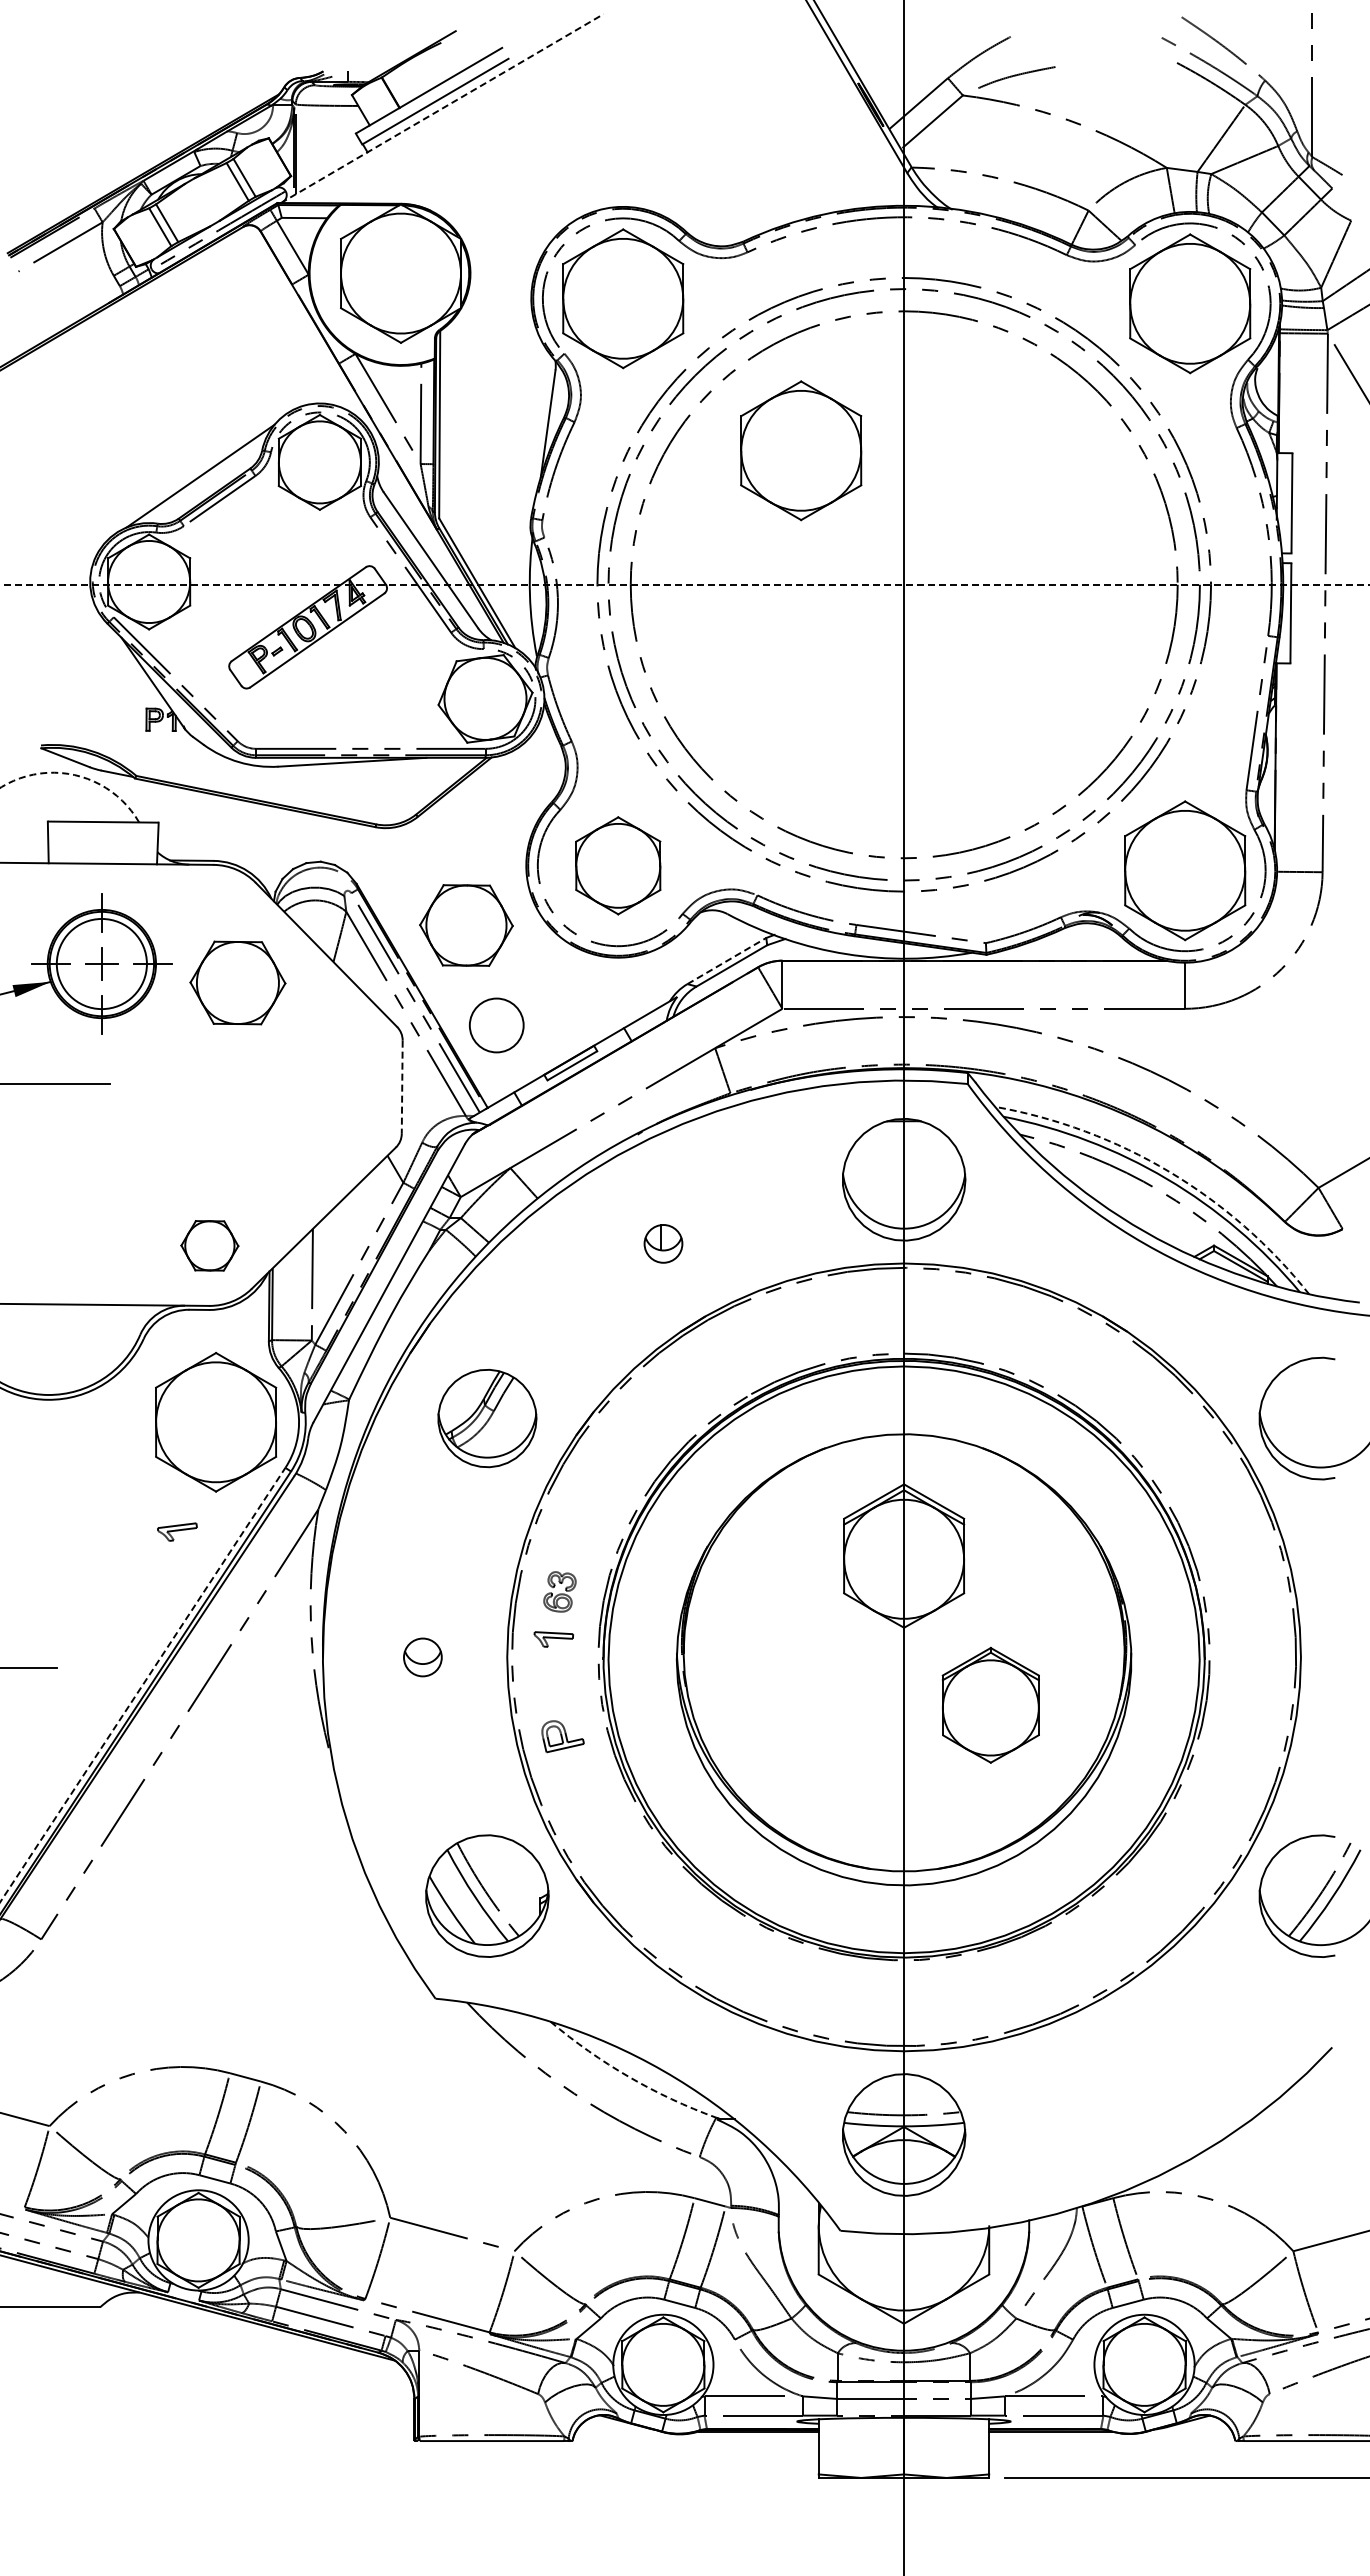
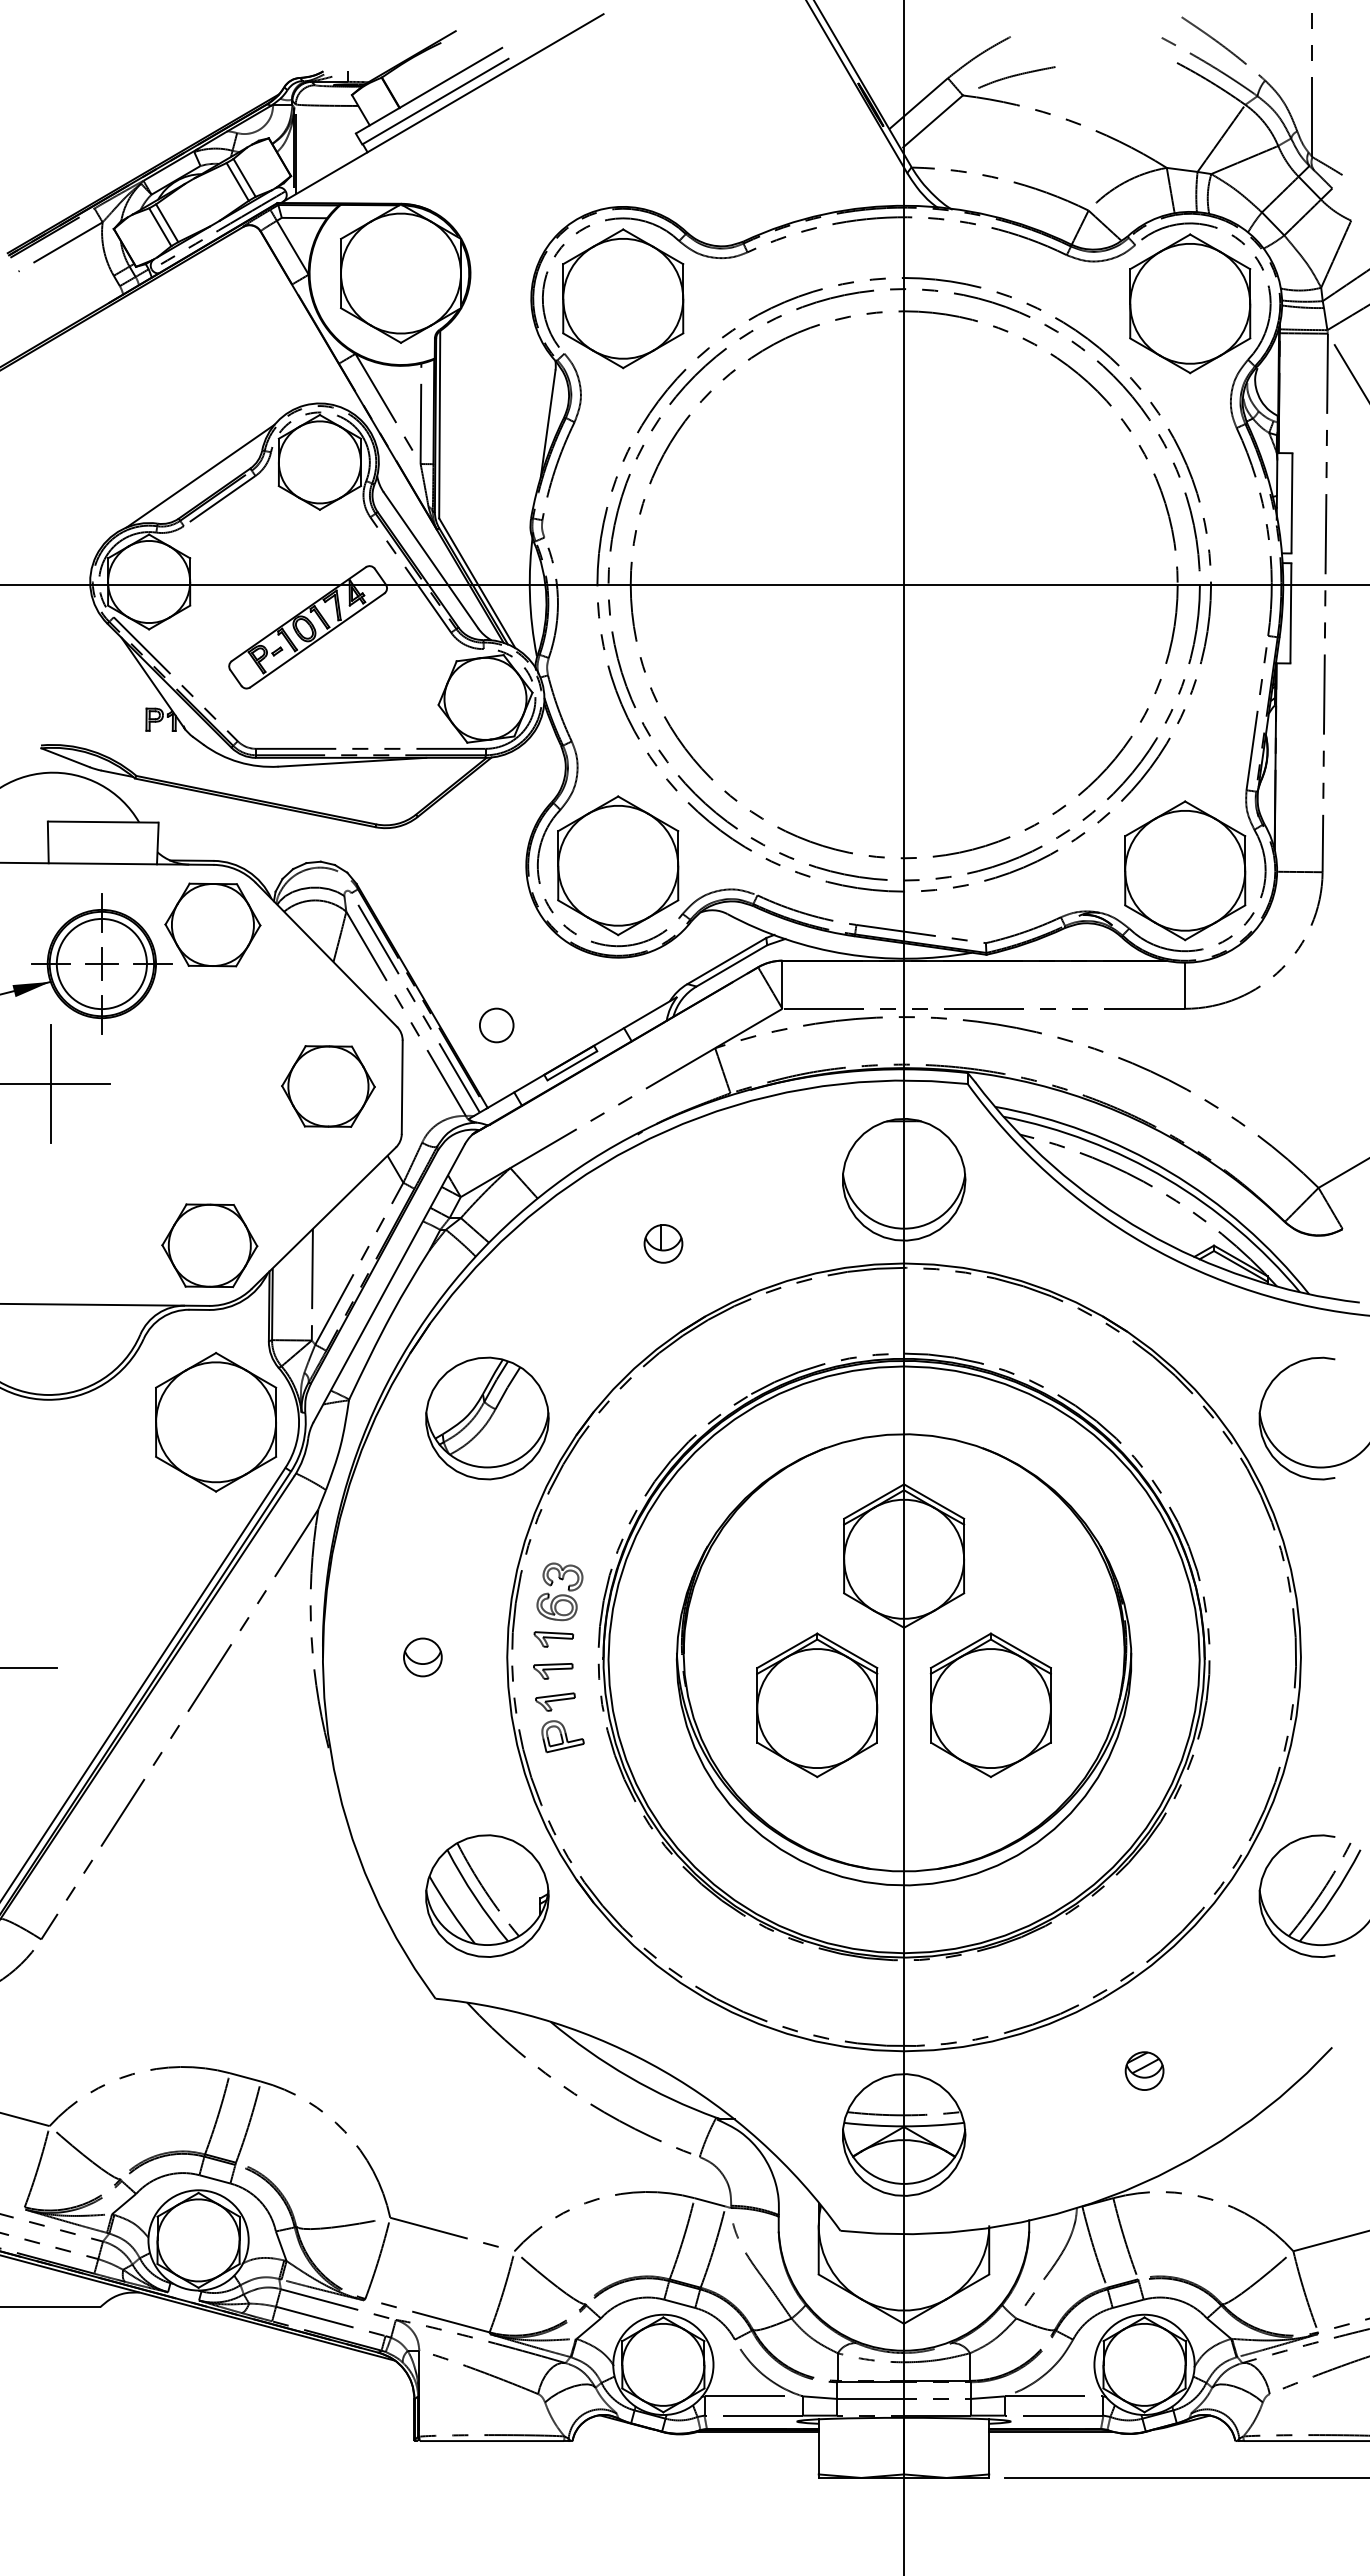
line at (442, 108): dashed -> solid
part at (801, 450): present -> none
line at (685, 584): dashed -> solid
arc at (76, 775): dashed -> solid
part at (618, 865) size: 87x100 px -> 123x142 px
part at (466, 925) position: (466, 925) -> (328, 1086)
line at (726, 961): dashed -> solid
part at (237, 982) position: (237, 982) -> (212, 924)
circle at (496, 1025) diameter: 54 px -> 34 px
line at (51, 1083): none -> present
line at (402, 1087): dashed -> solid
arc at (1169, 1171): dashed -> solid
part at (209, 1245) size: 60x52 px -> 98x86 px
part at (487, 1418) size: 101x101 px -> 125x125 px
part at (177, 1531) position: (177, 1531) -> (555, 1701)
part at (559, 1591) size: 34x42 px -> 48x60 px
part at (553, 1671): none -> present
line at (142, 1685): dashed -> solid
part at (990, 1704) size: 99x118 px -> 123x147 px
part at (817, 1705): none -> present
part at (1144, 2070): none -> present
arc at (629, 2077): dashed -> solid
